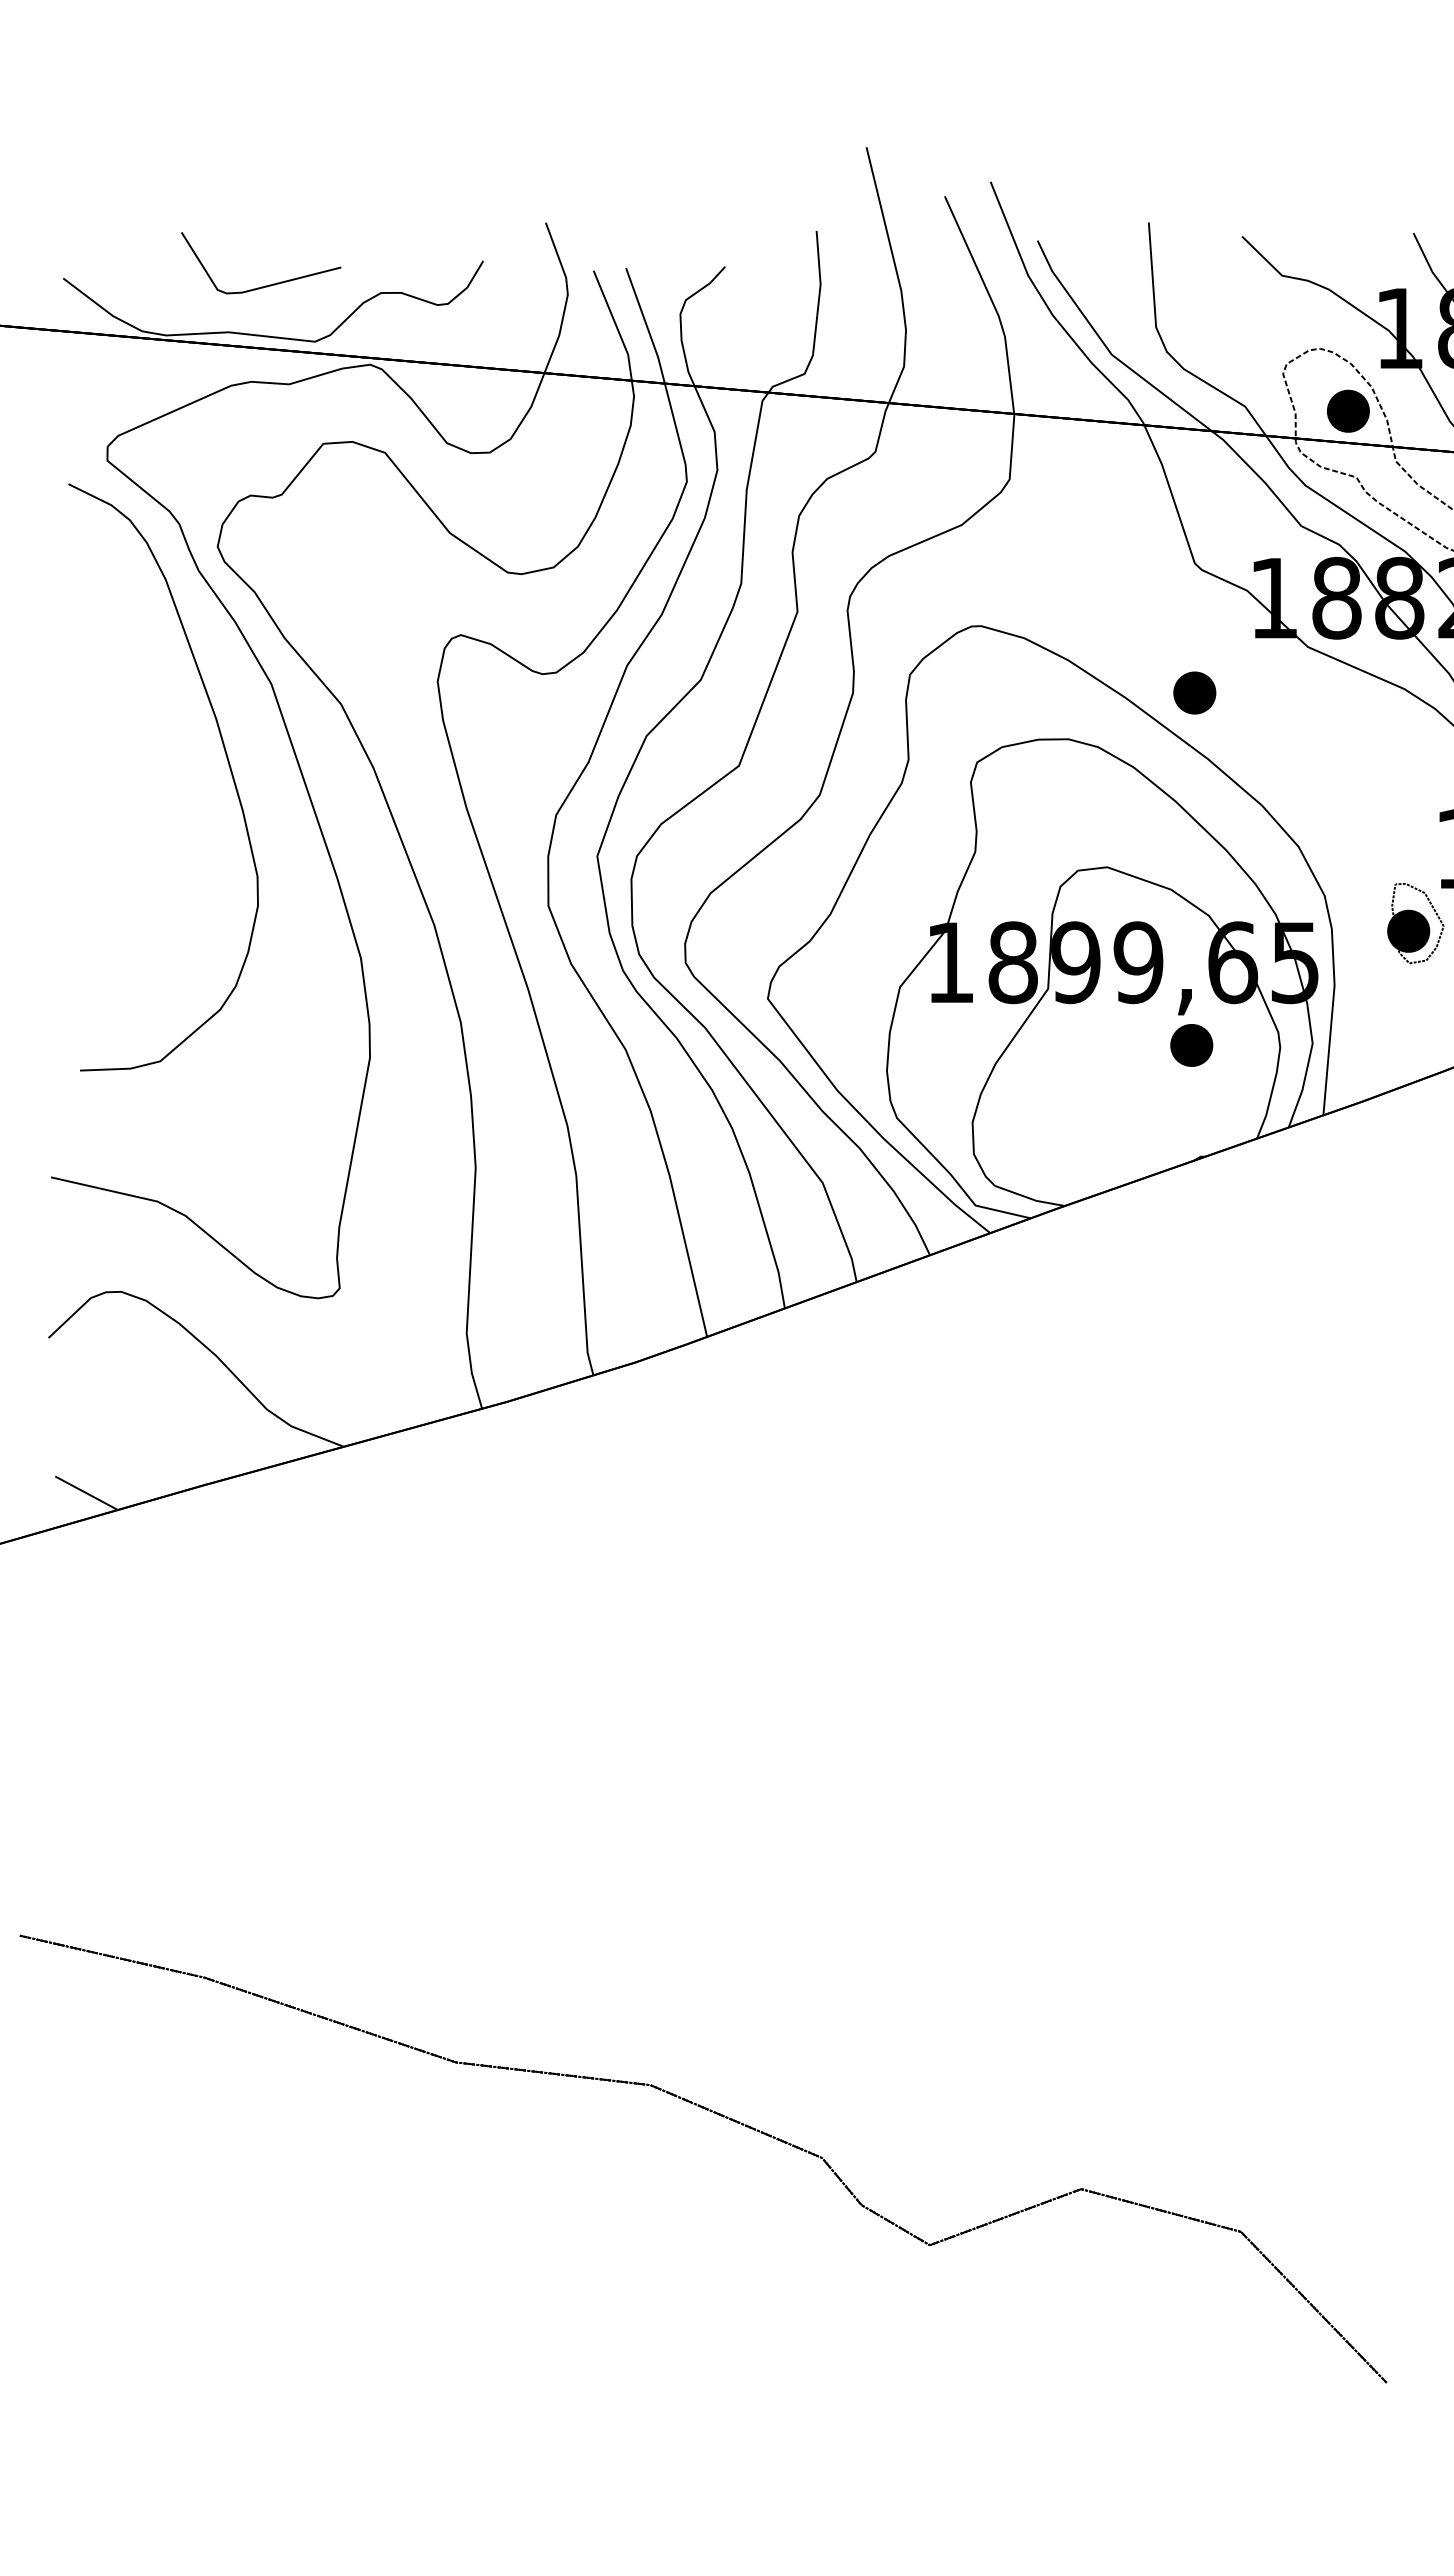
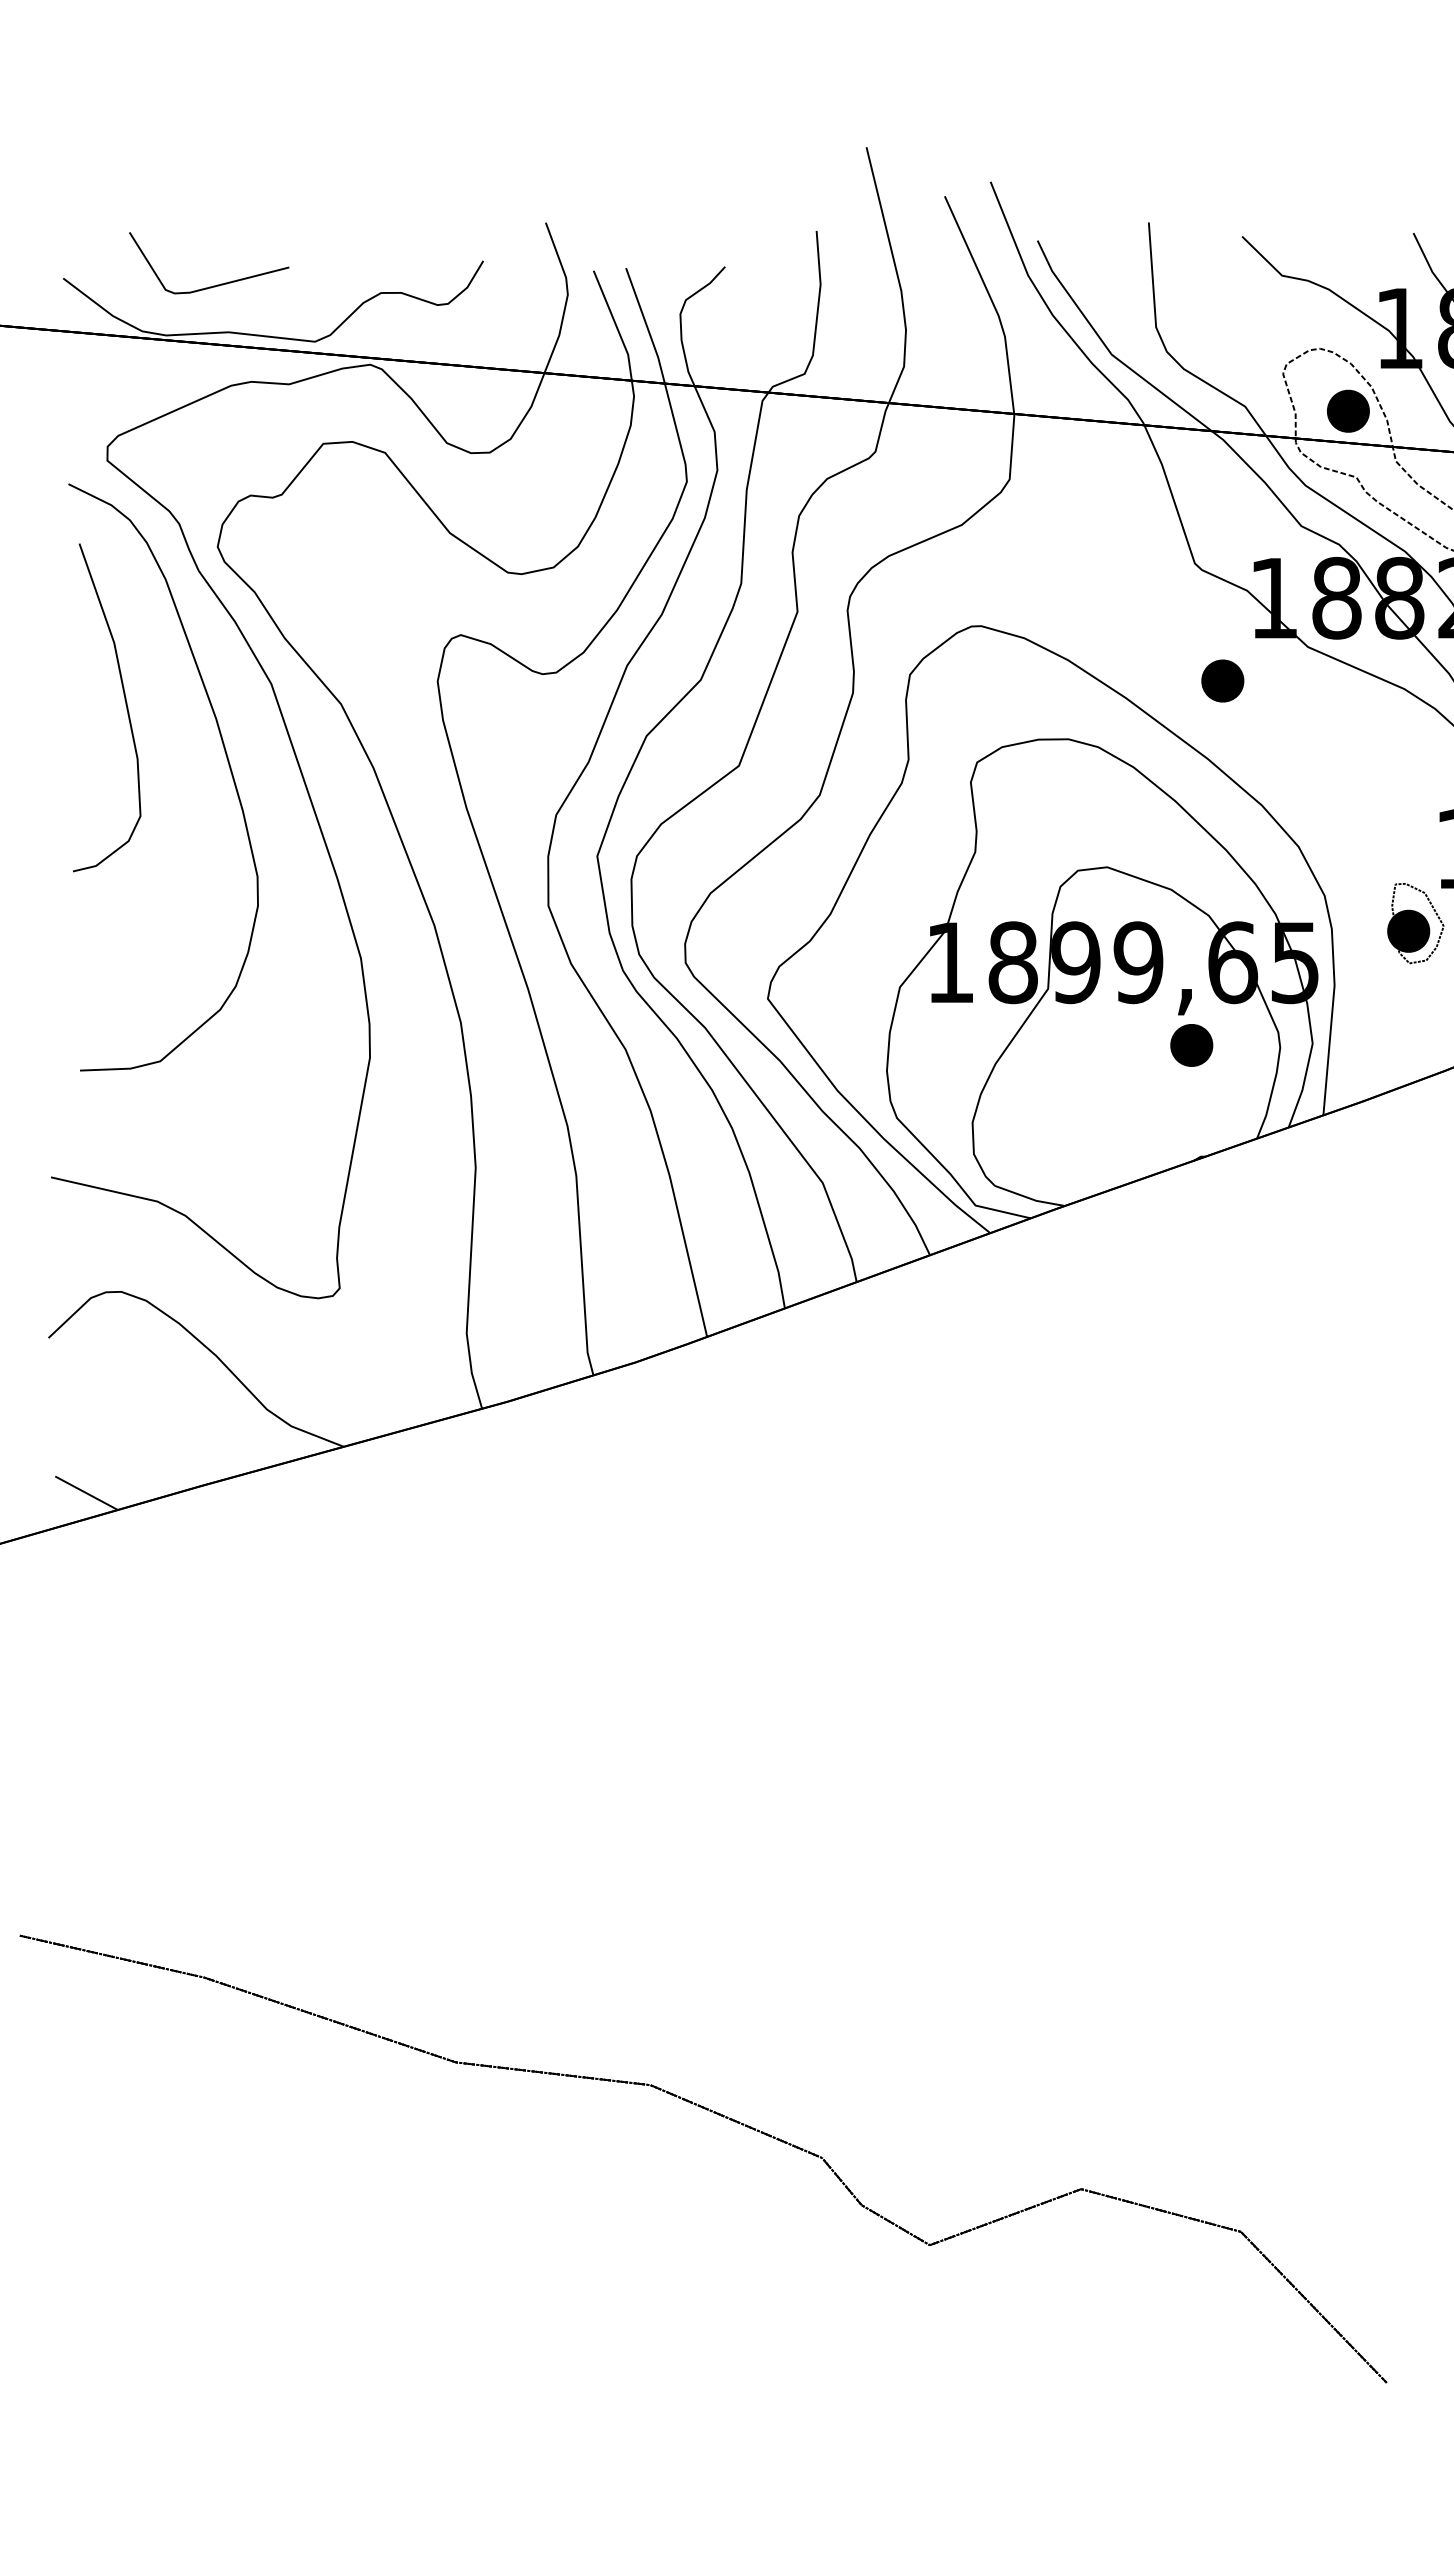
line at (265, 285) position: (265, 285) -> (213, 285)
part at (1194, 692) position: (1194, 692) -> (1222, 680)
curve at (125, 705): none -> present
